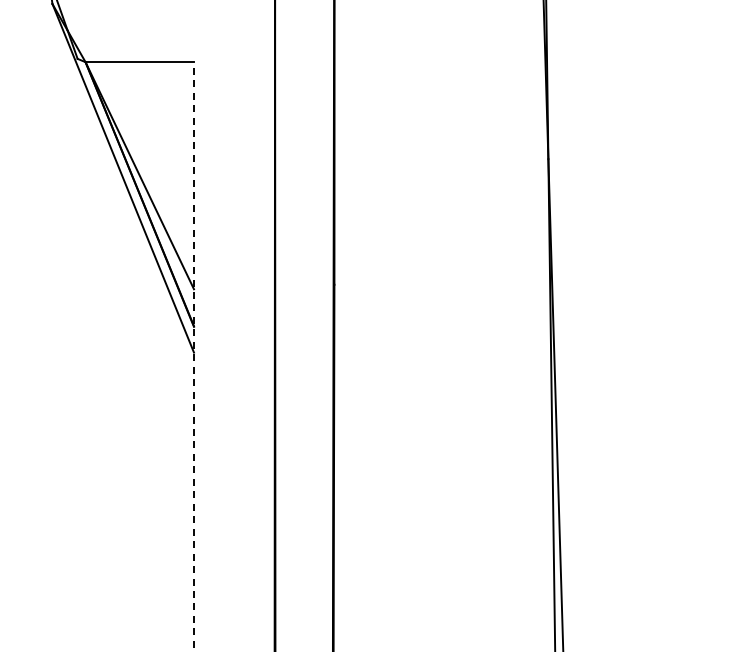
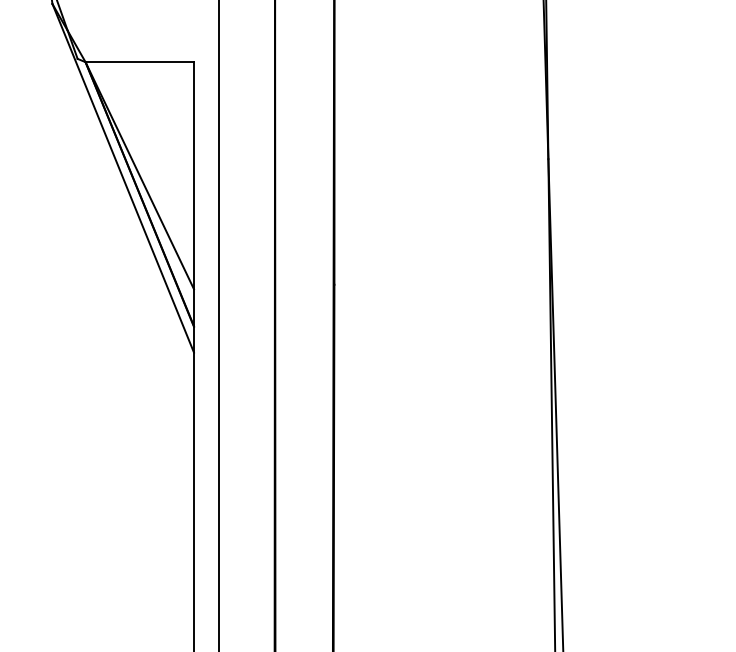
line at (219, 325): none -> present
line at (194, 356): dashed -> solid
